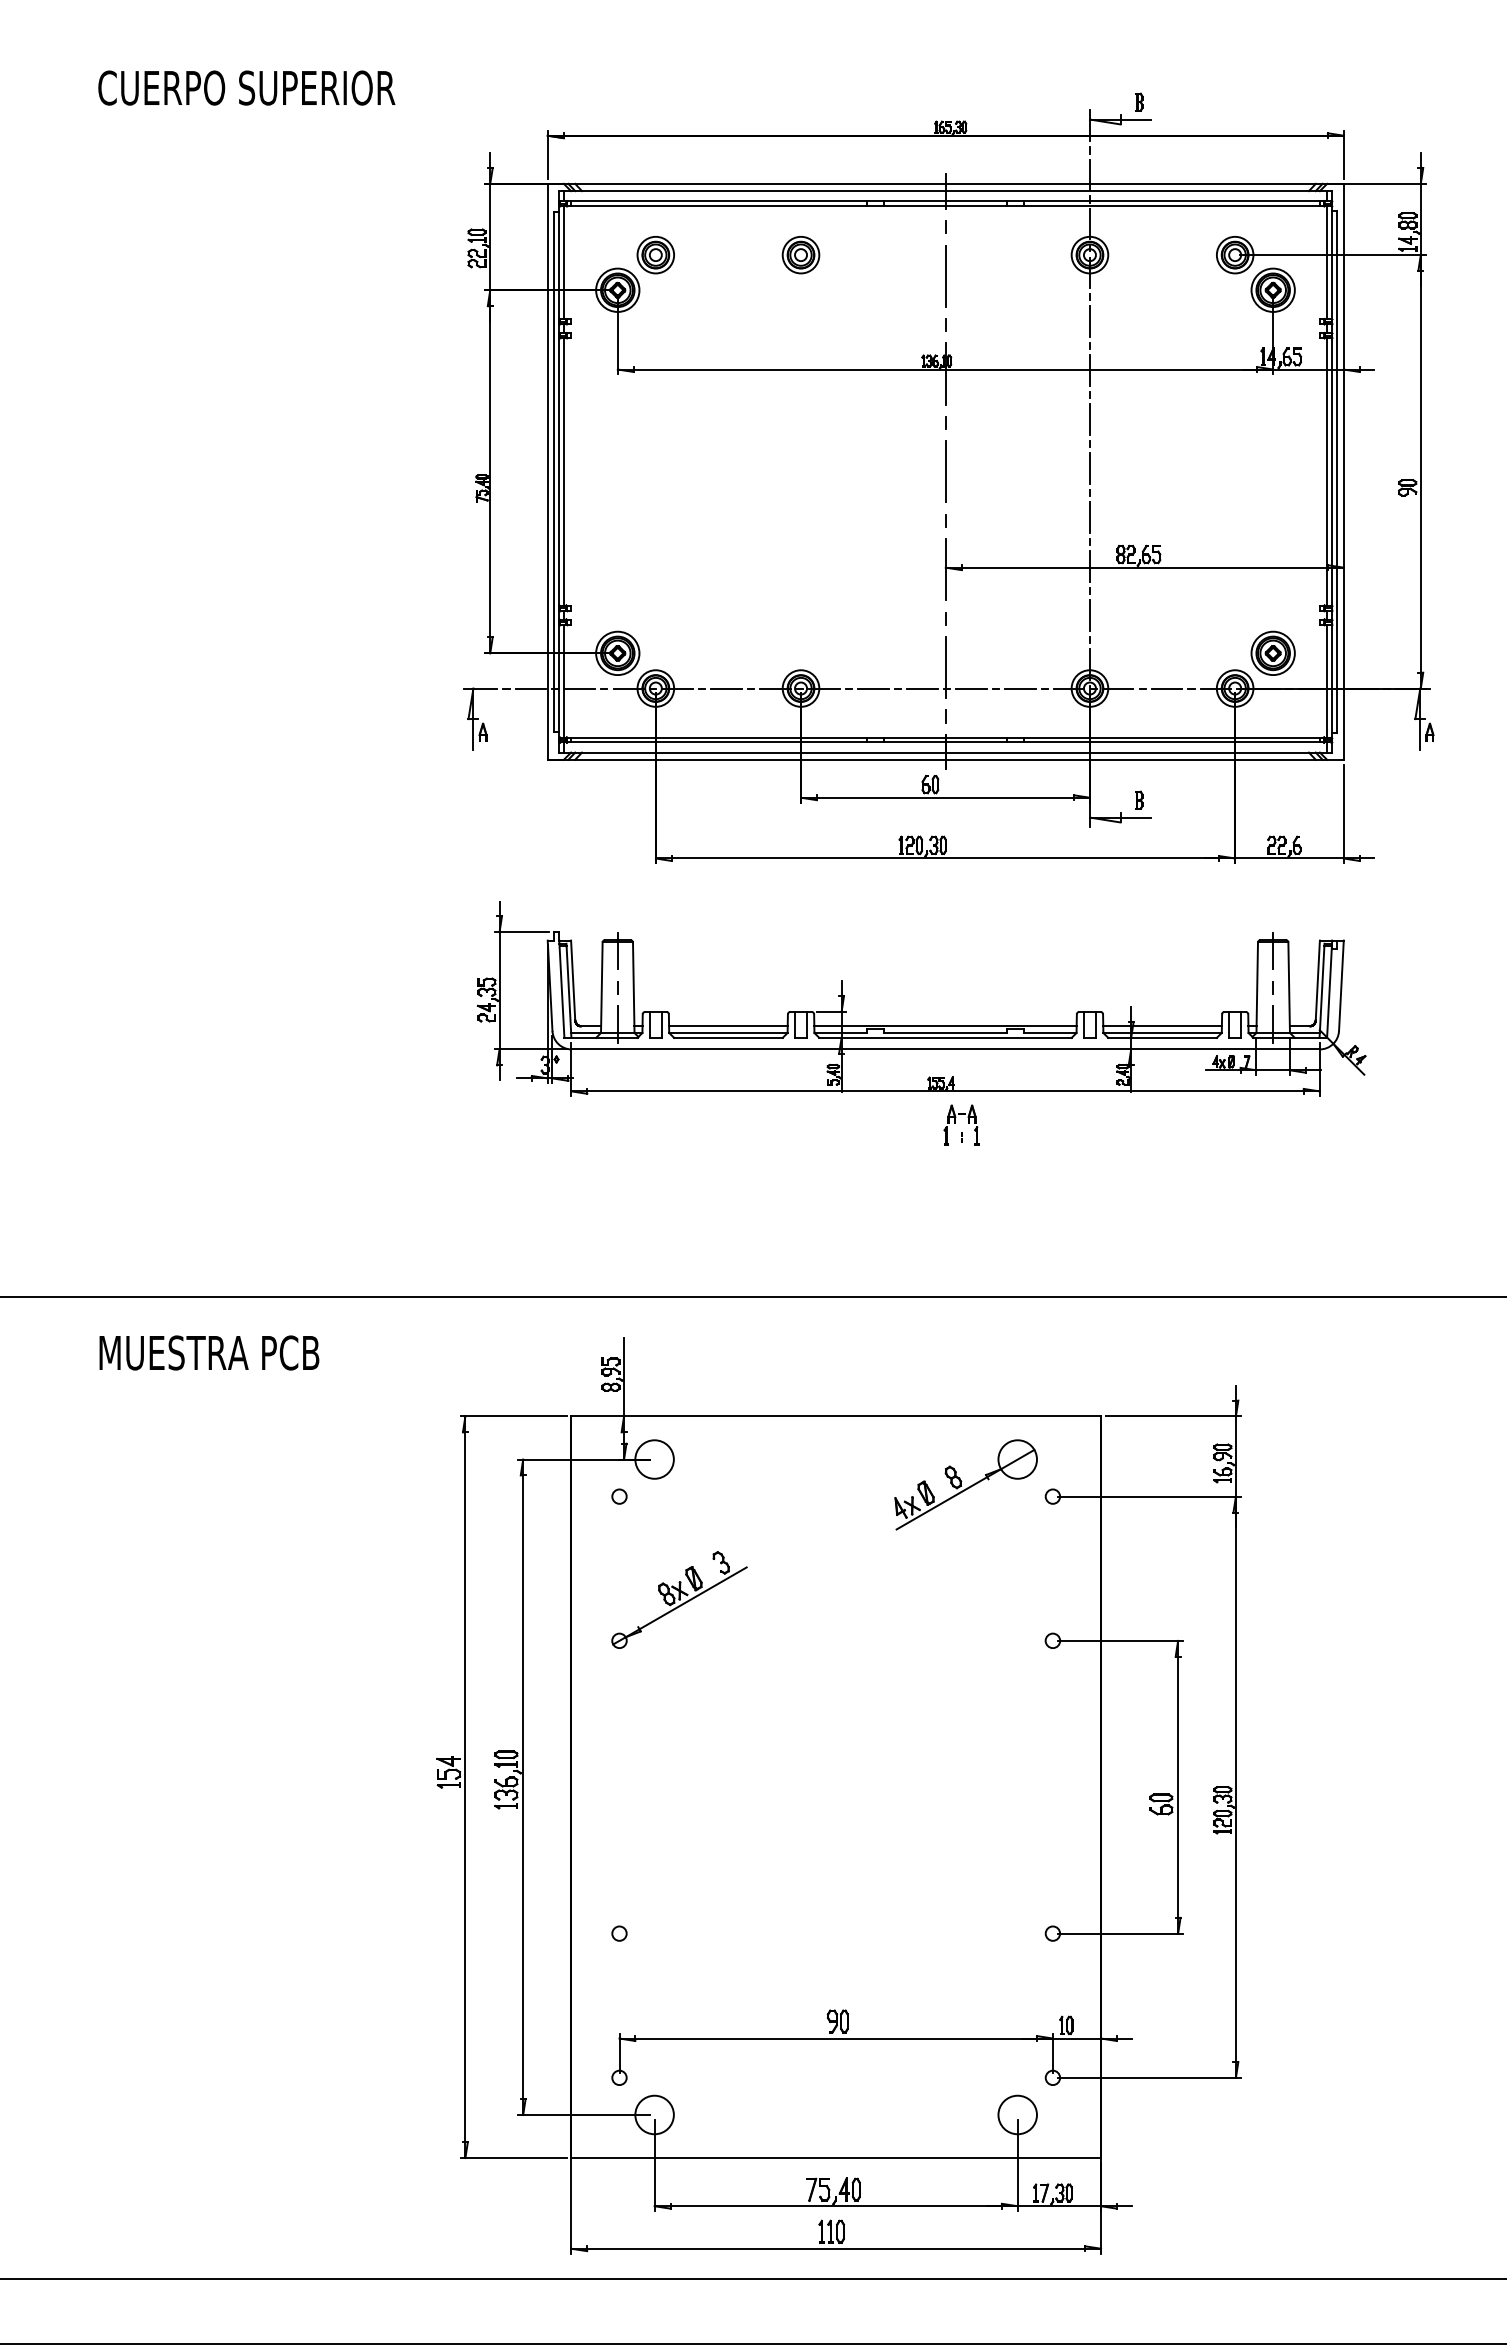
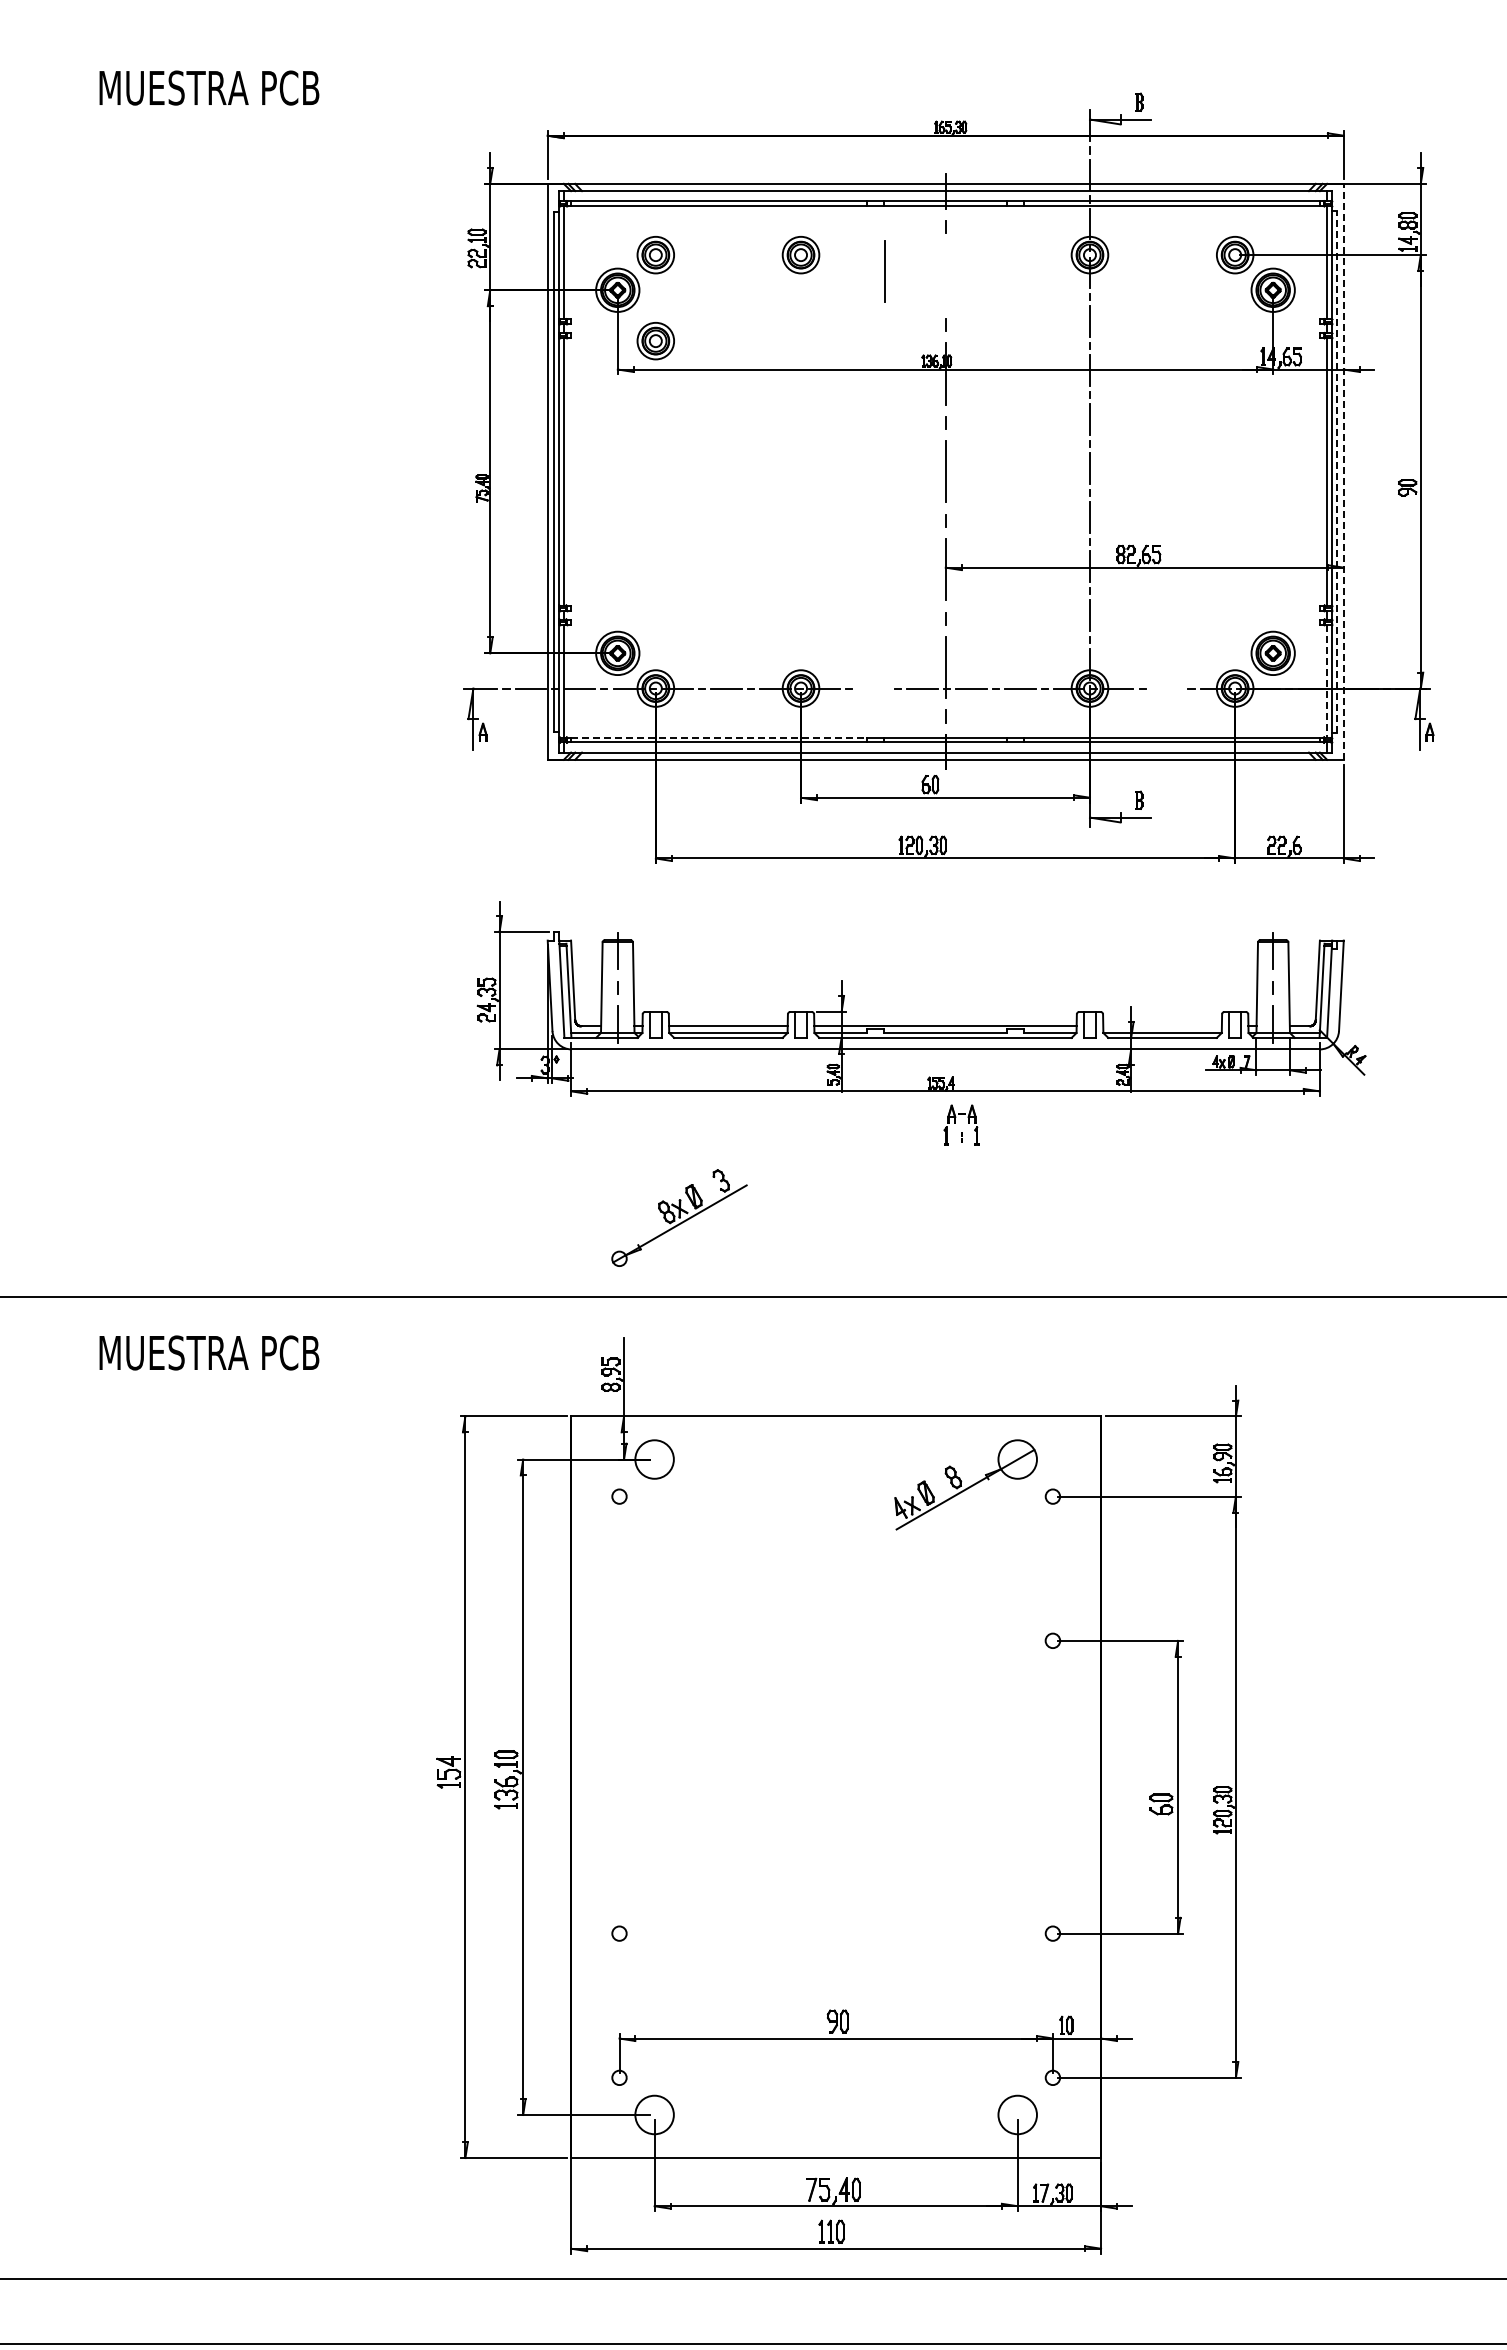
text at (246, 87): CUERPO SUPERIOR -> MUESTRA PCB
line at (945, 276) position: (945, 276) -> (884, 271)
part at (655, 341): none -> present
line at (1337, 471): solid -> dashed
line at (1343, 471): solid -> dashed
line at (1327, 681): solid -> dashed
line at (873, 688): present -> none
line at (1166, 688): present -> none
line at (718, 737): solid -> dashed
line at (1162, 1026): present -> none
part at (679, 1599) position: (679, 1599) -> (679, 1217)
